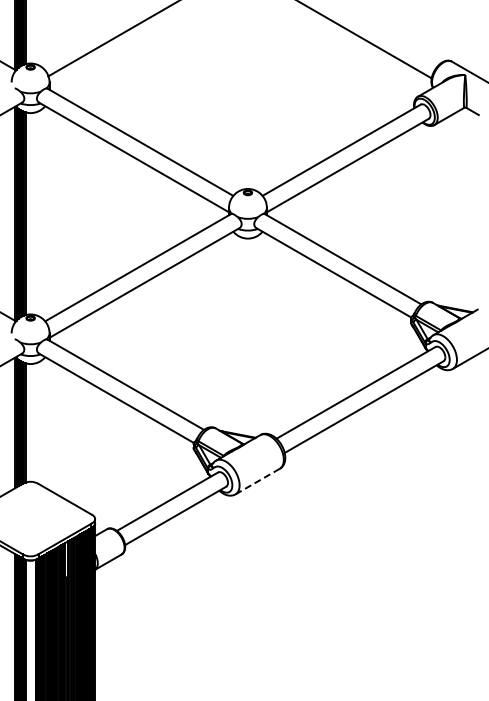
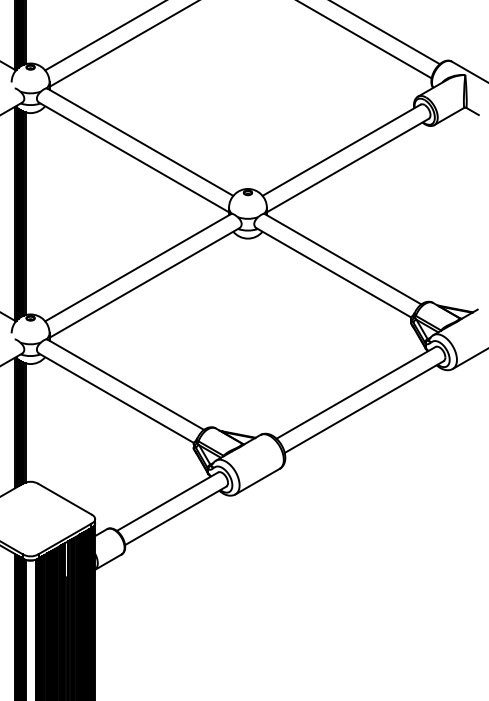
line at (385, 33): none -> present
line at (112, 39) position: (112, 39) -> (104, 36)
line at (122, 44): none -> present
line at (257, 481): dashed -> solid
